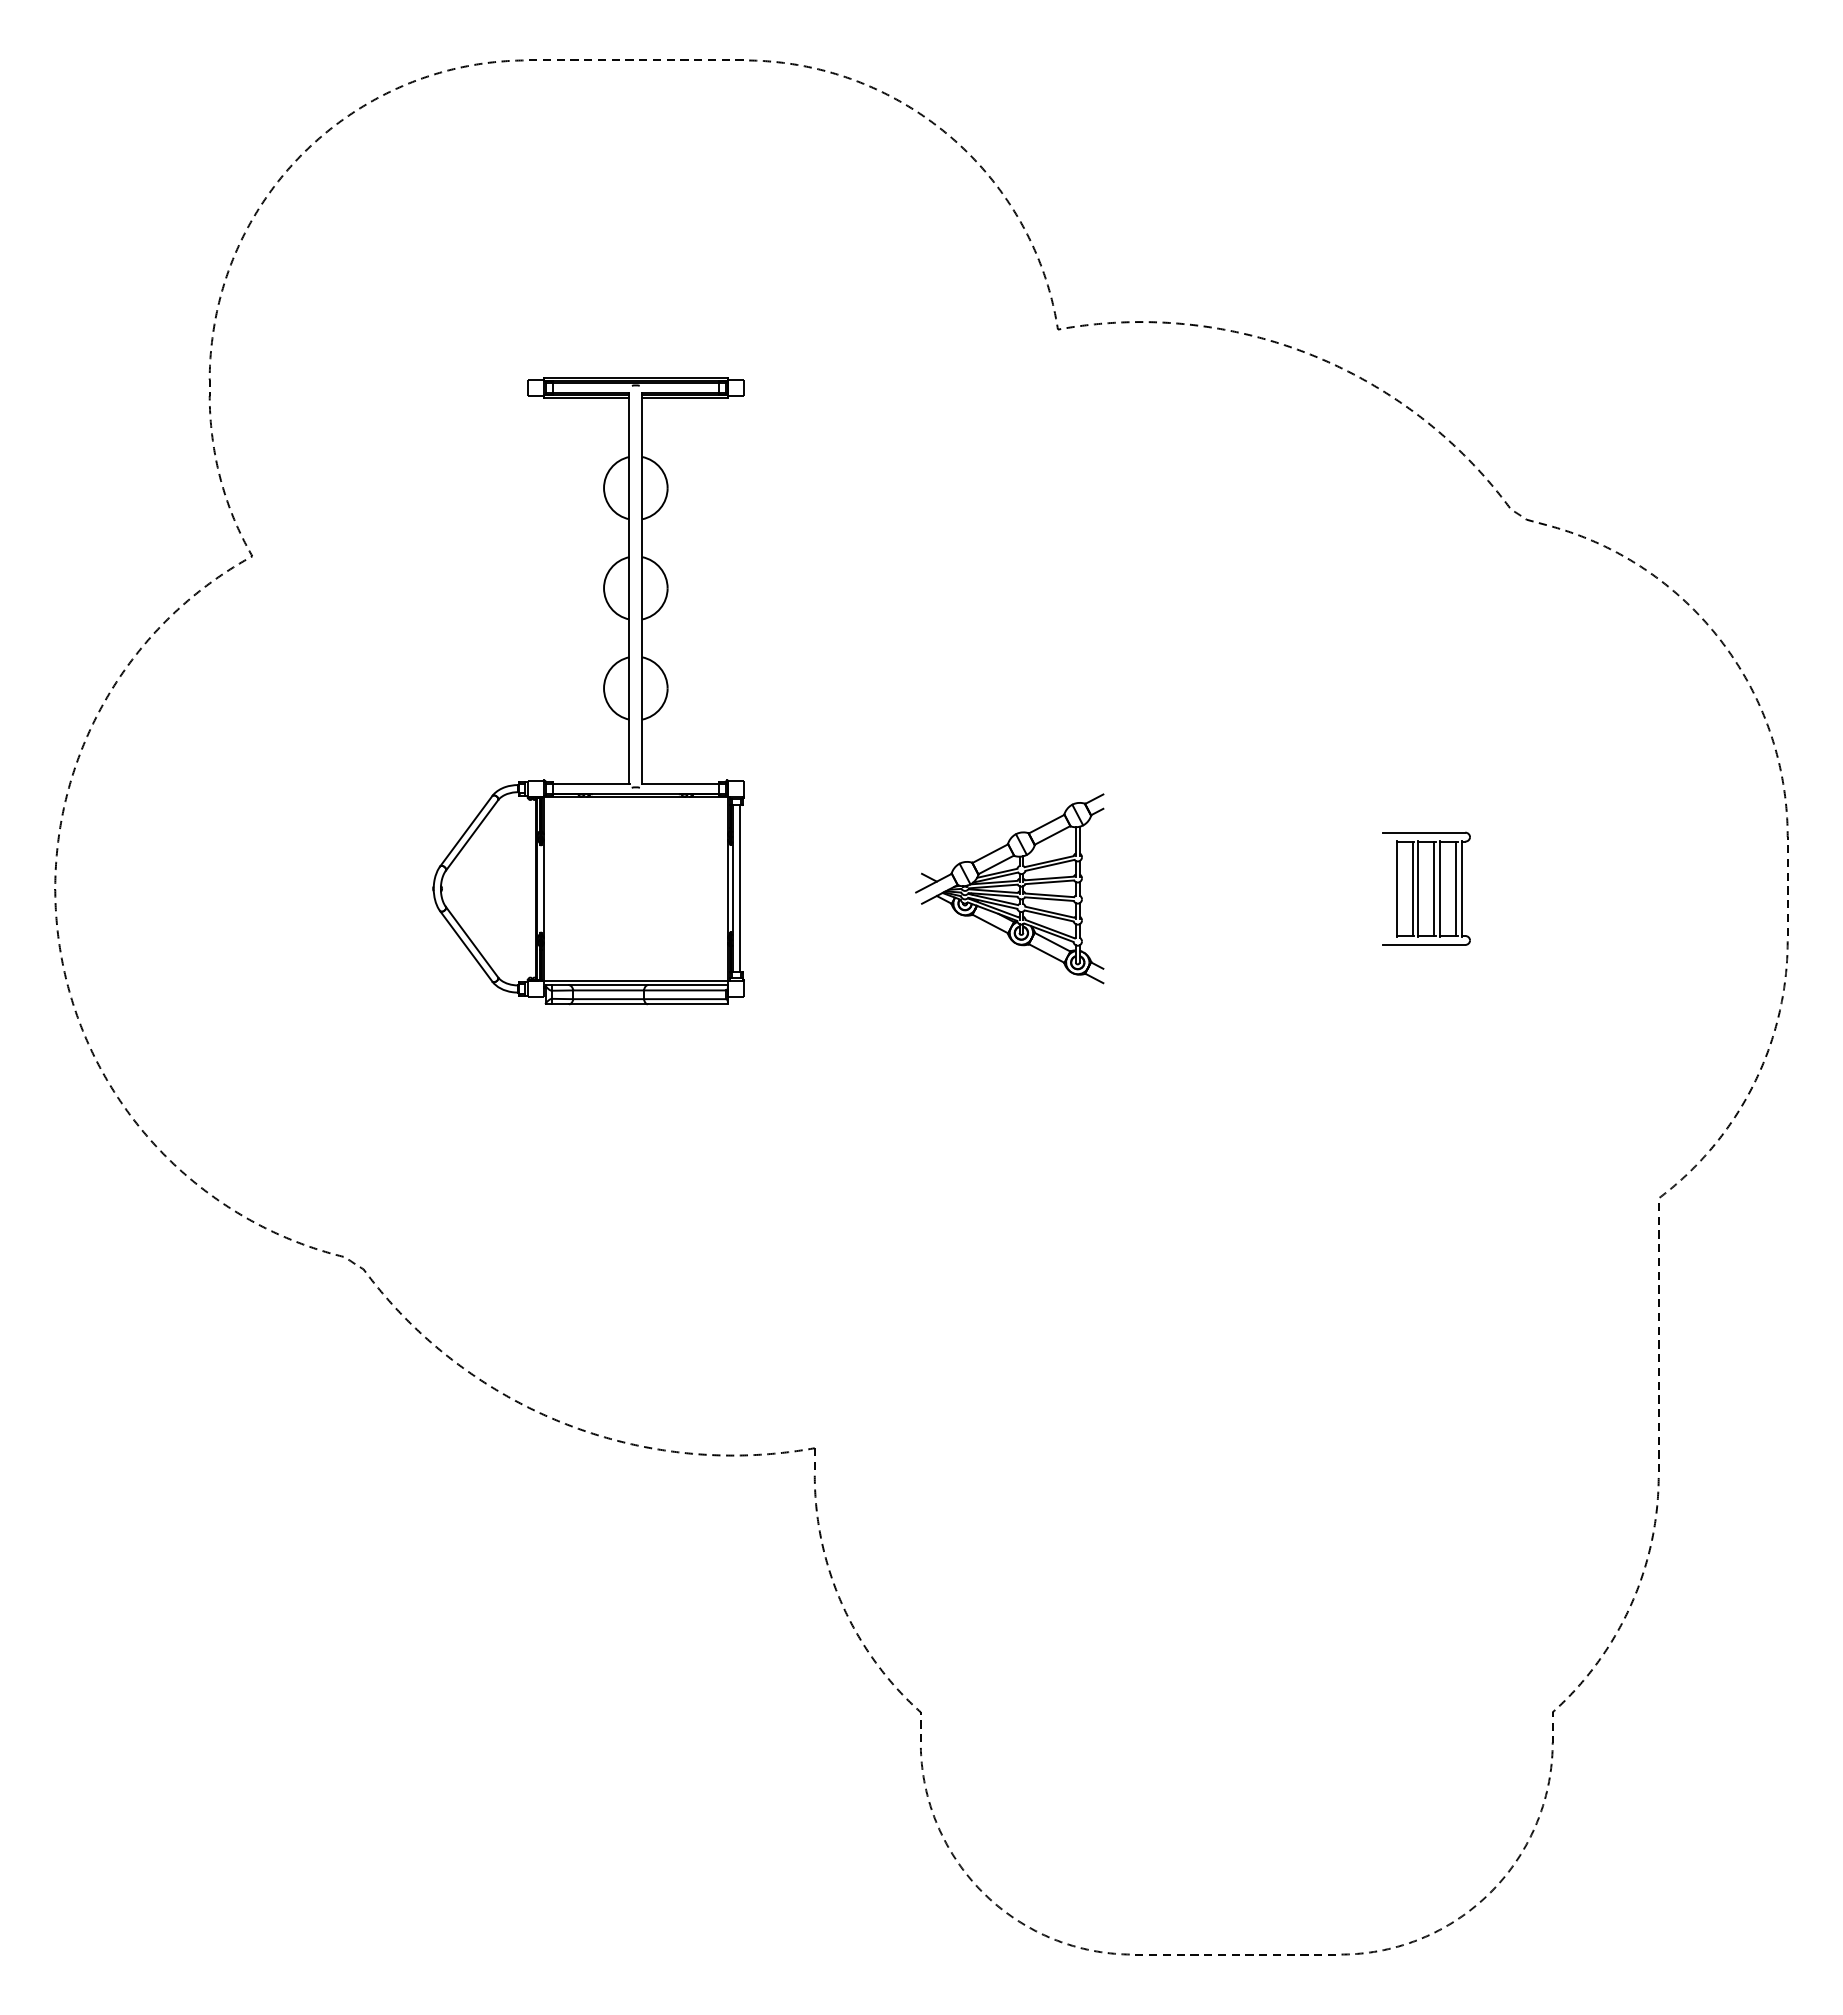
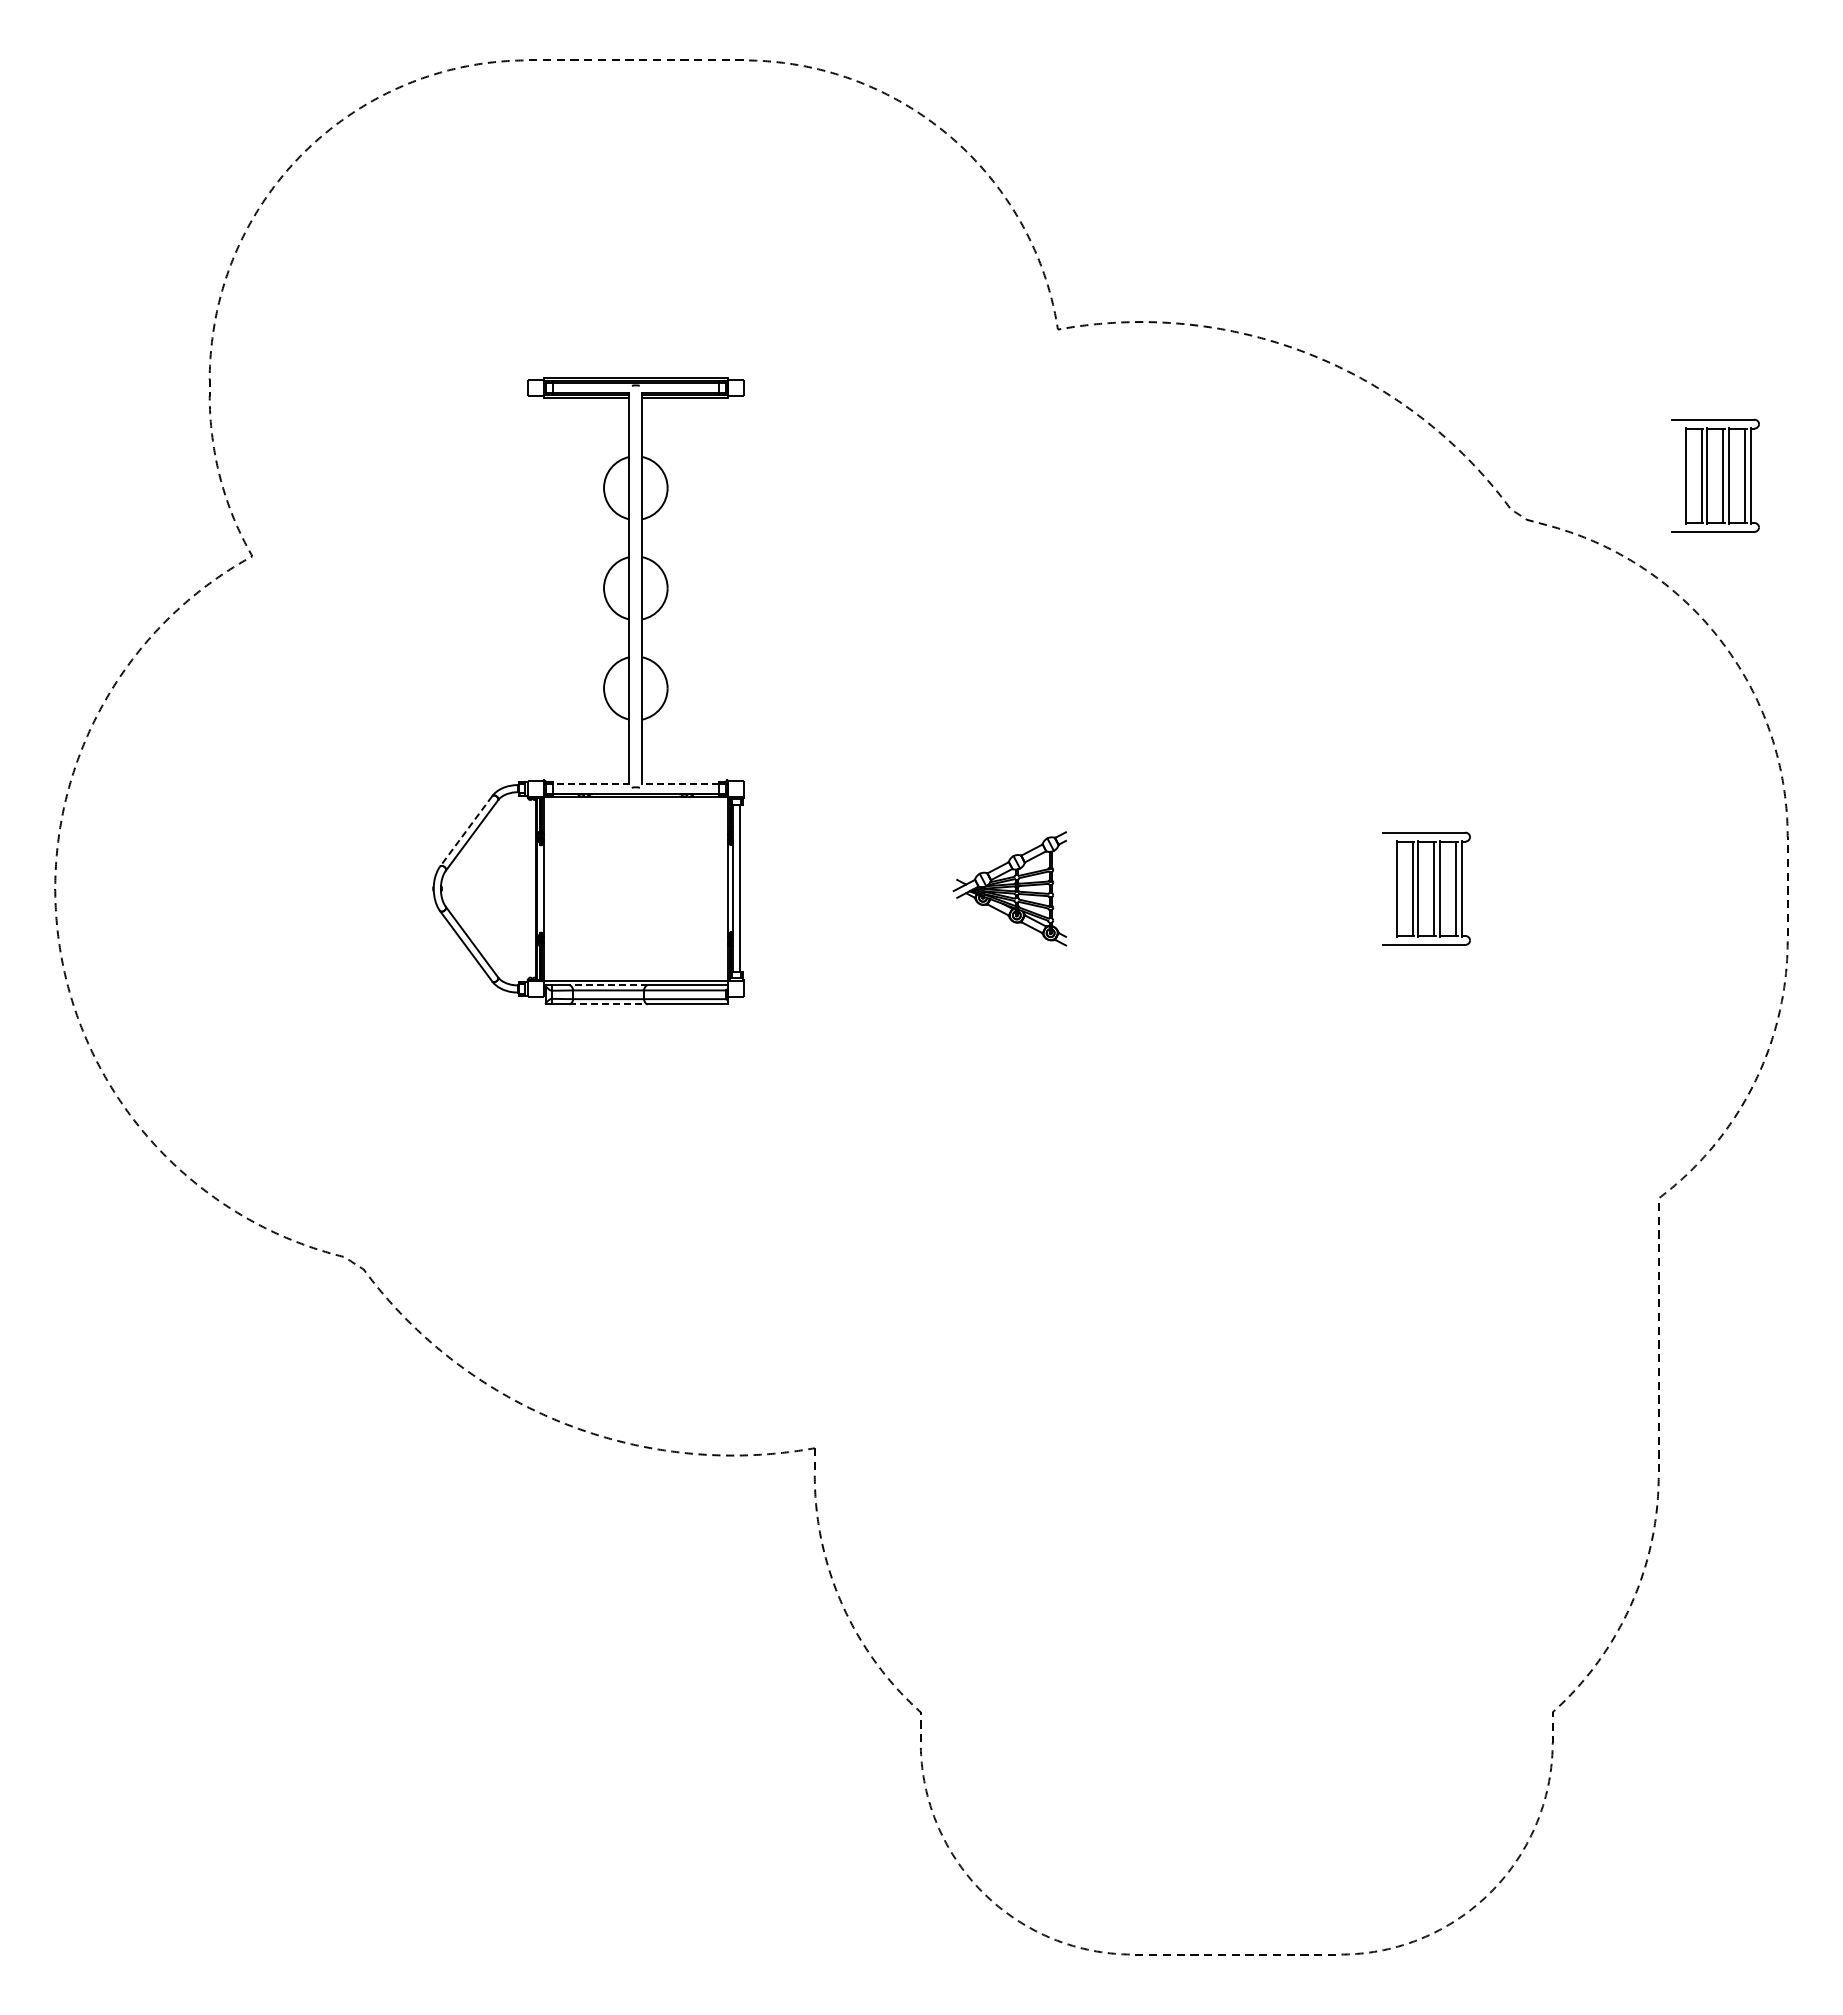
part at (1715, 475): none -> present
line at (591, 783): solid -> dashed
line at (680, 783): solid -> dashed
line at (466, 831): solid -> dashed
part at (1009, 888) size: 190x192 px -> 116x116 px
line at (607, 985): solid -> dashed
line at (608, 1004): solid -> dashed
